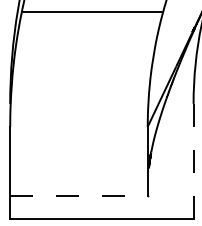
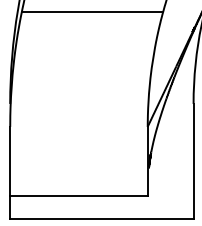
line at (193, 161): dashed -> solid
line at (78, 195): dashed -> solid
